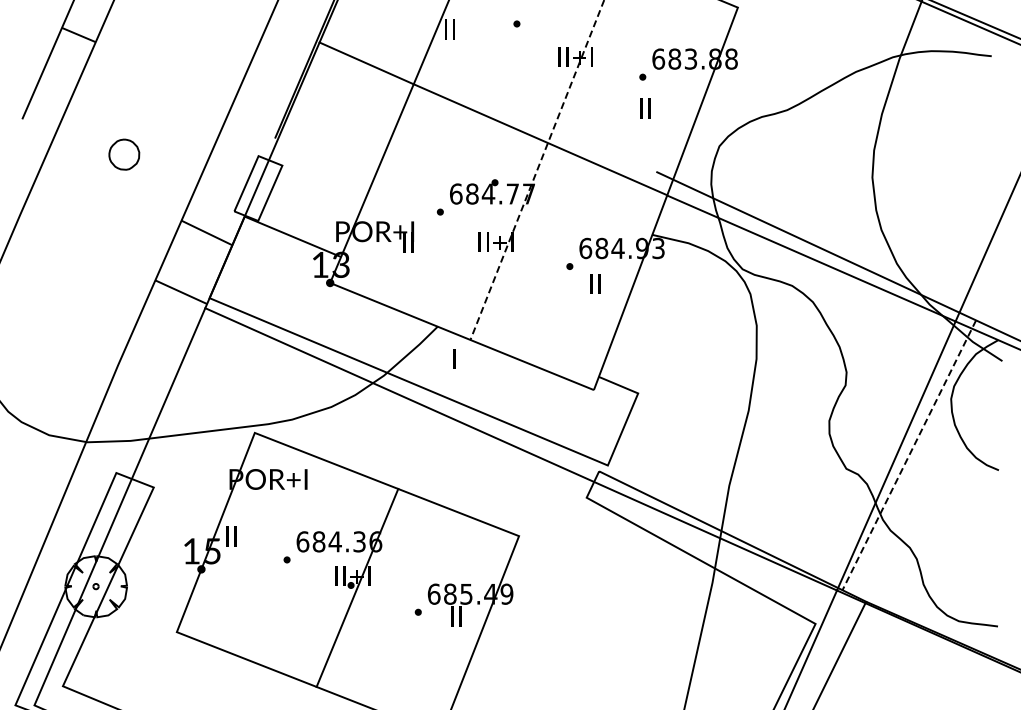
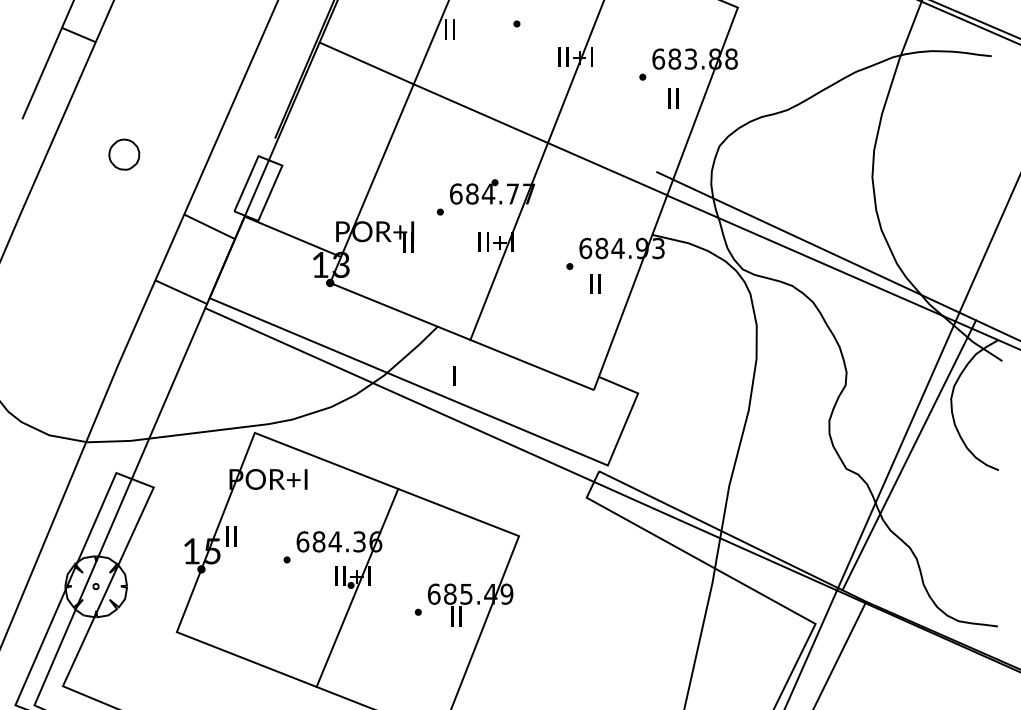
text at (645, 108) position: (645, 108) -> (673, 98)
line at (537, 170): dashed -> solid
line at (206, 232) position: (206, 232) -> (209, 226)
text at (454, 358) position: (454, 358) -> (454, 375)
line at (909, 455): dashed -> solid
